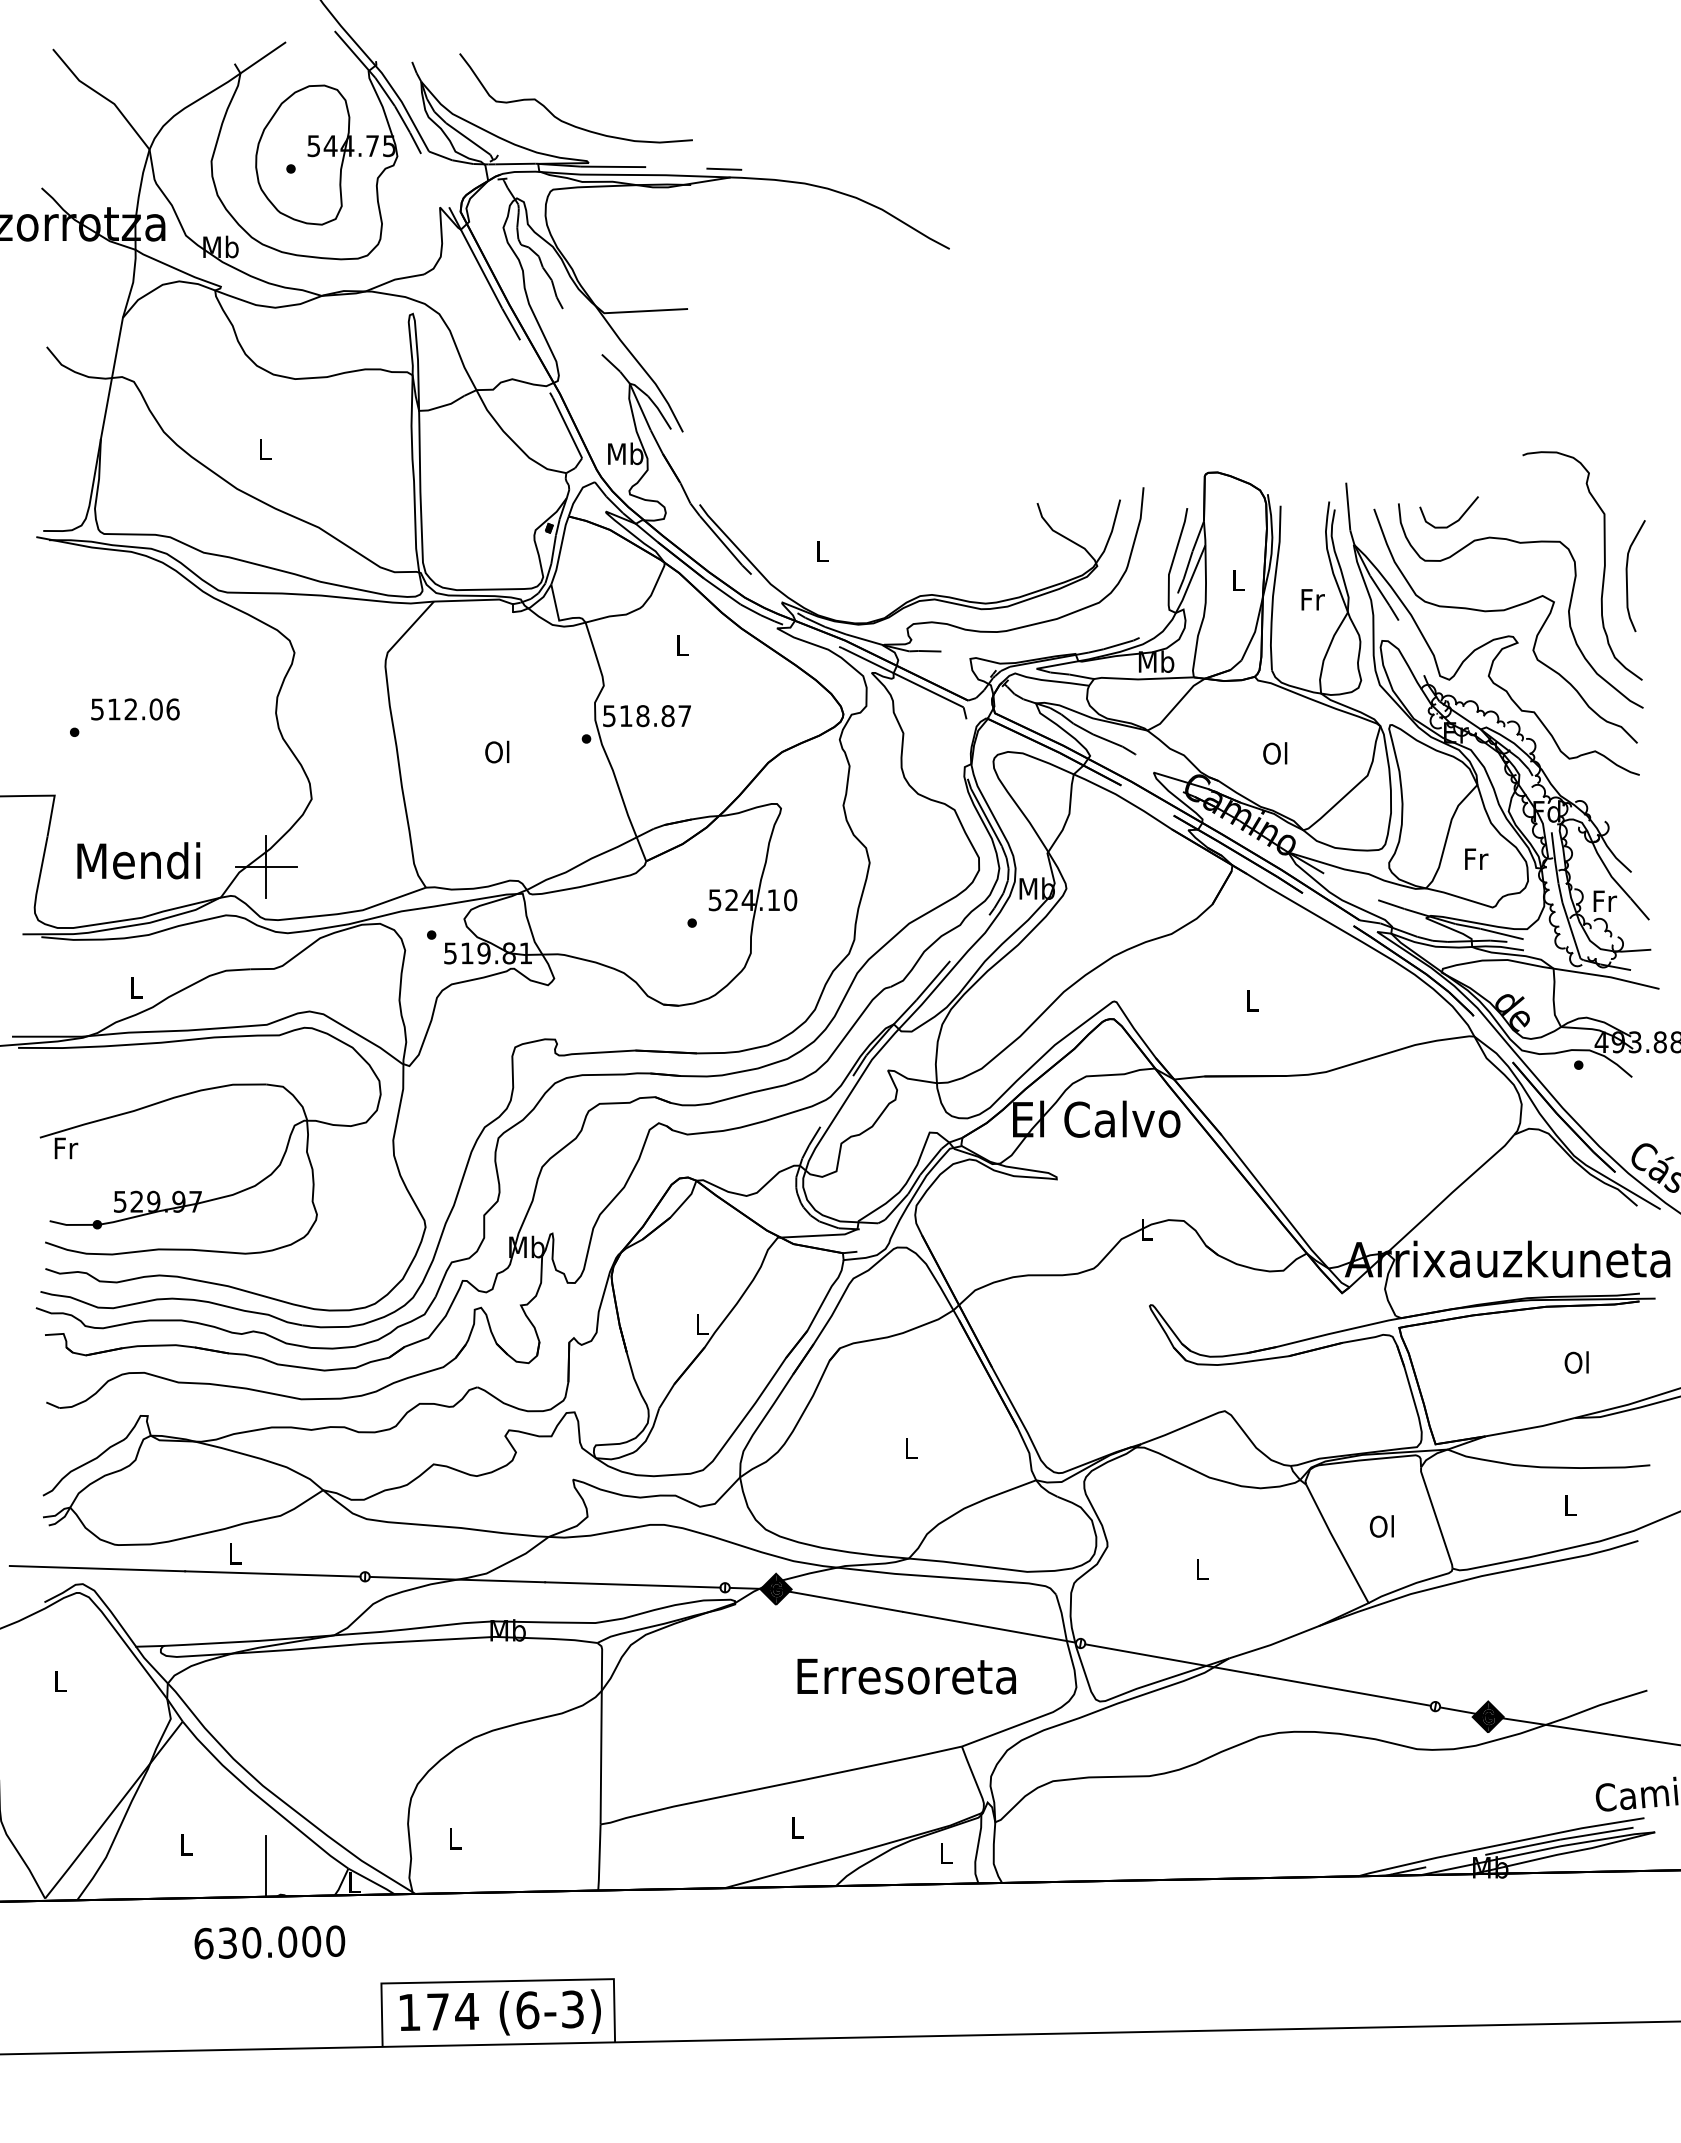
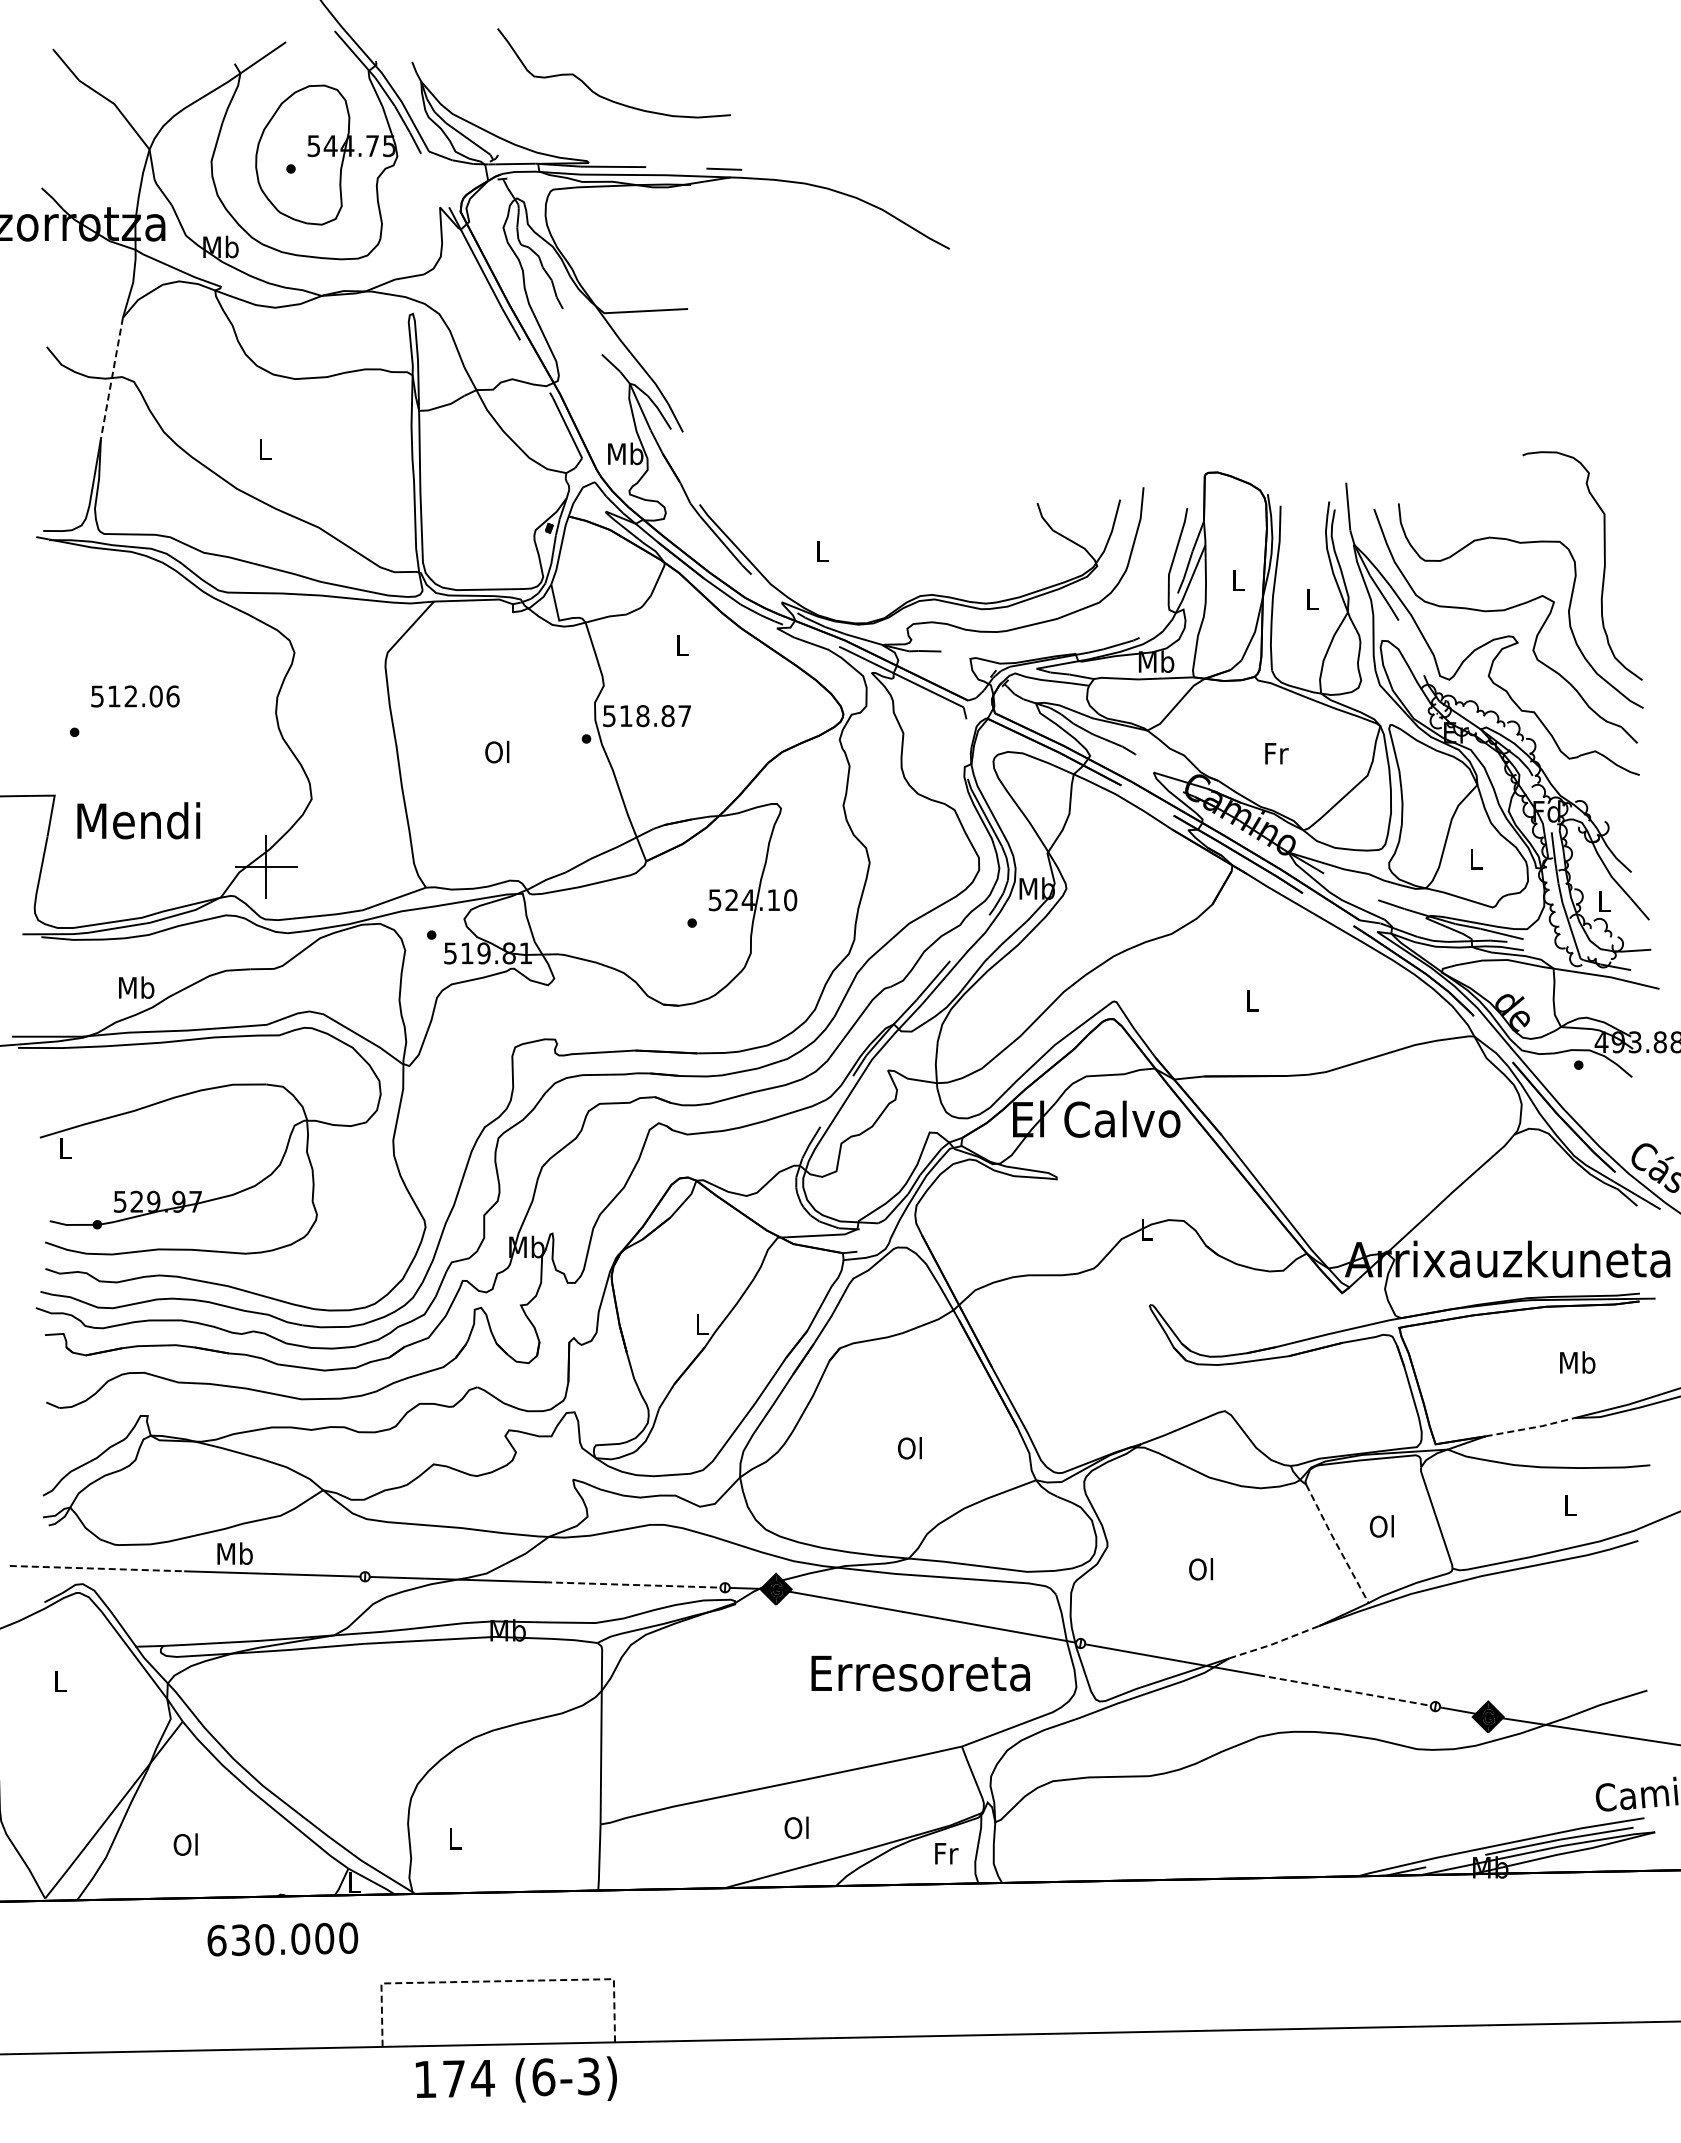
curve at (563, 120) position: (563, 120) -> (601, 95)
line at (111, 378): solid -> dashed
curve at (1454, 521): present -> none
curve at (1627, 576): present -> none
text at (1312, 599): Fr -> L
text at (135, 709) position: (135, 709) -> (135, 696)
text at (1275, 753): Ol -> Fr
text at (1476, 858): Fr -> L
text at (138, 860) position: (138, 860) -> (138, 820)
text at (1605, 900): Fr -> L
text at (136, 987): L -> Mb
text at (66, 1148): Fr -> L
text at (1577, 1362): Ol -> Mb
line at (1531, 1428): solid -> dashed
text at (909, 1448): L -> Ol
line at (1336, 1544): solid -> dashed
text at (234, 1553): L -> Mb
line at (97, 1568): solid -> dashed
text at (1201, 1569): L -> Ol
line at (632, 1584): solid -> dashed
line at (1274, 1643): solid -> dashed
text at (906, 1676) position: (906, 1676) -> (920, 1673)
line at (1344, 1690): solid -> dashed
text at (796, 1827): L -> Ol
text at (185, 1844): L -> Ol
text at (946, 1853): L -> Fr
line at (266, 1865): present -> none
text at (269, 1942) position: (269, 1942) -> (282, 1939)
line at (497, 1981): solid -> dashed
text at (499, 2012) position: (499, 2012) -> (515, 2079)
